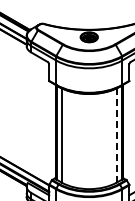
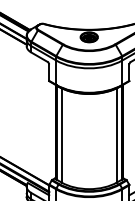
line at (116, 134): dashed -> solid
